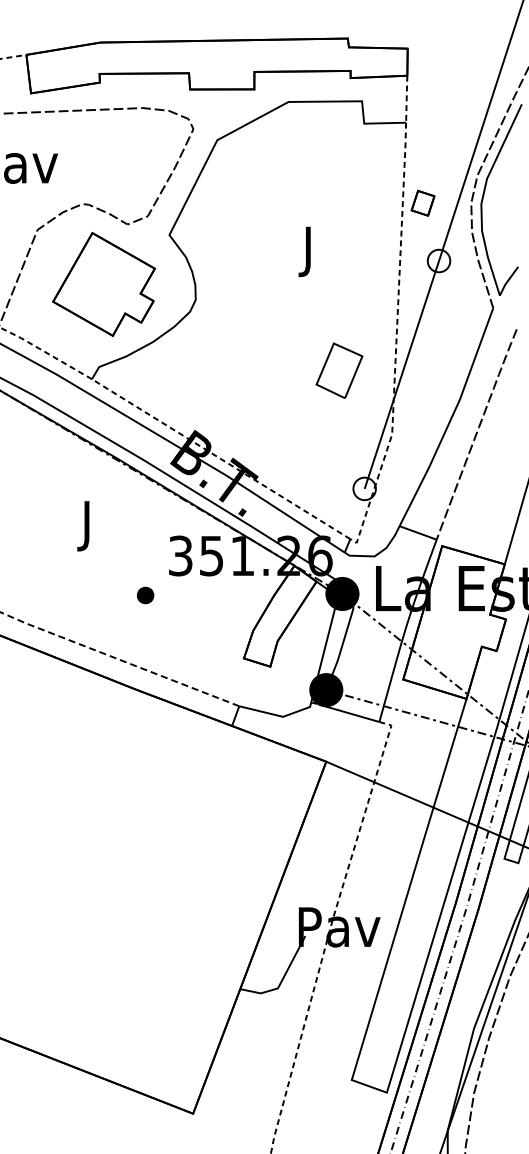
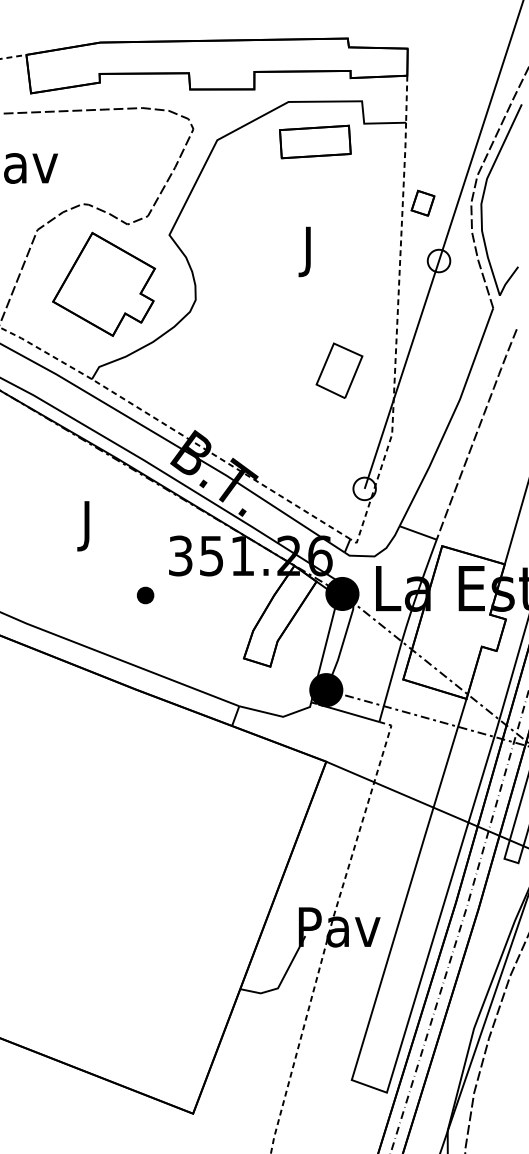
part at (315, 141): none -> present
line at (118, 659): dashed -> solid
